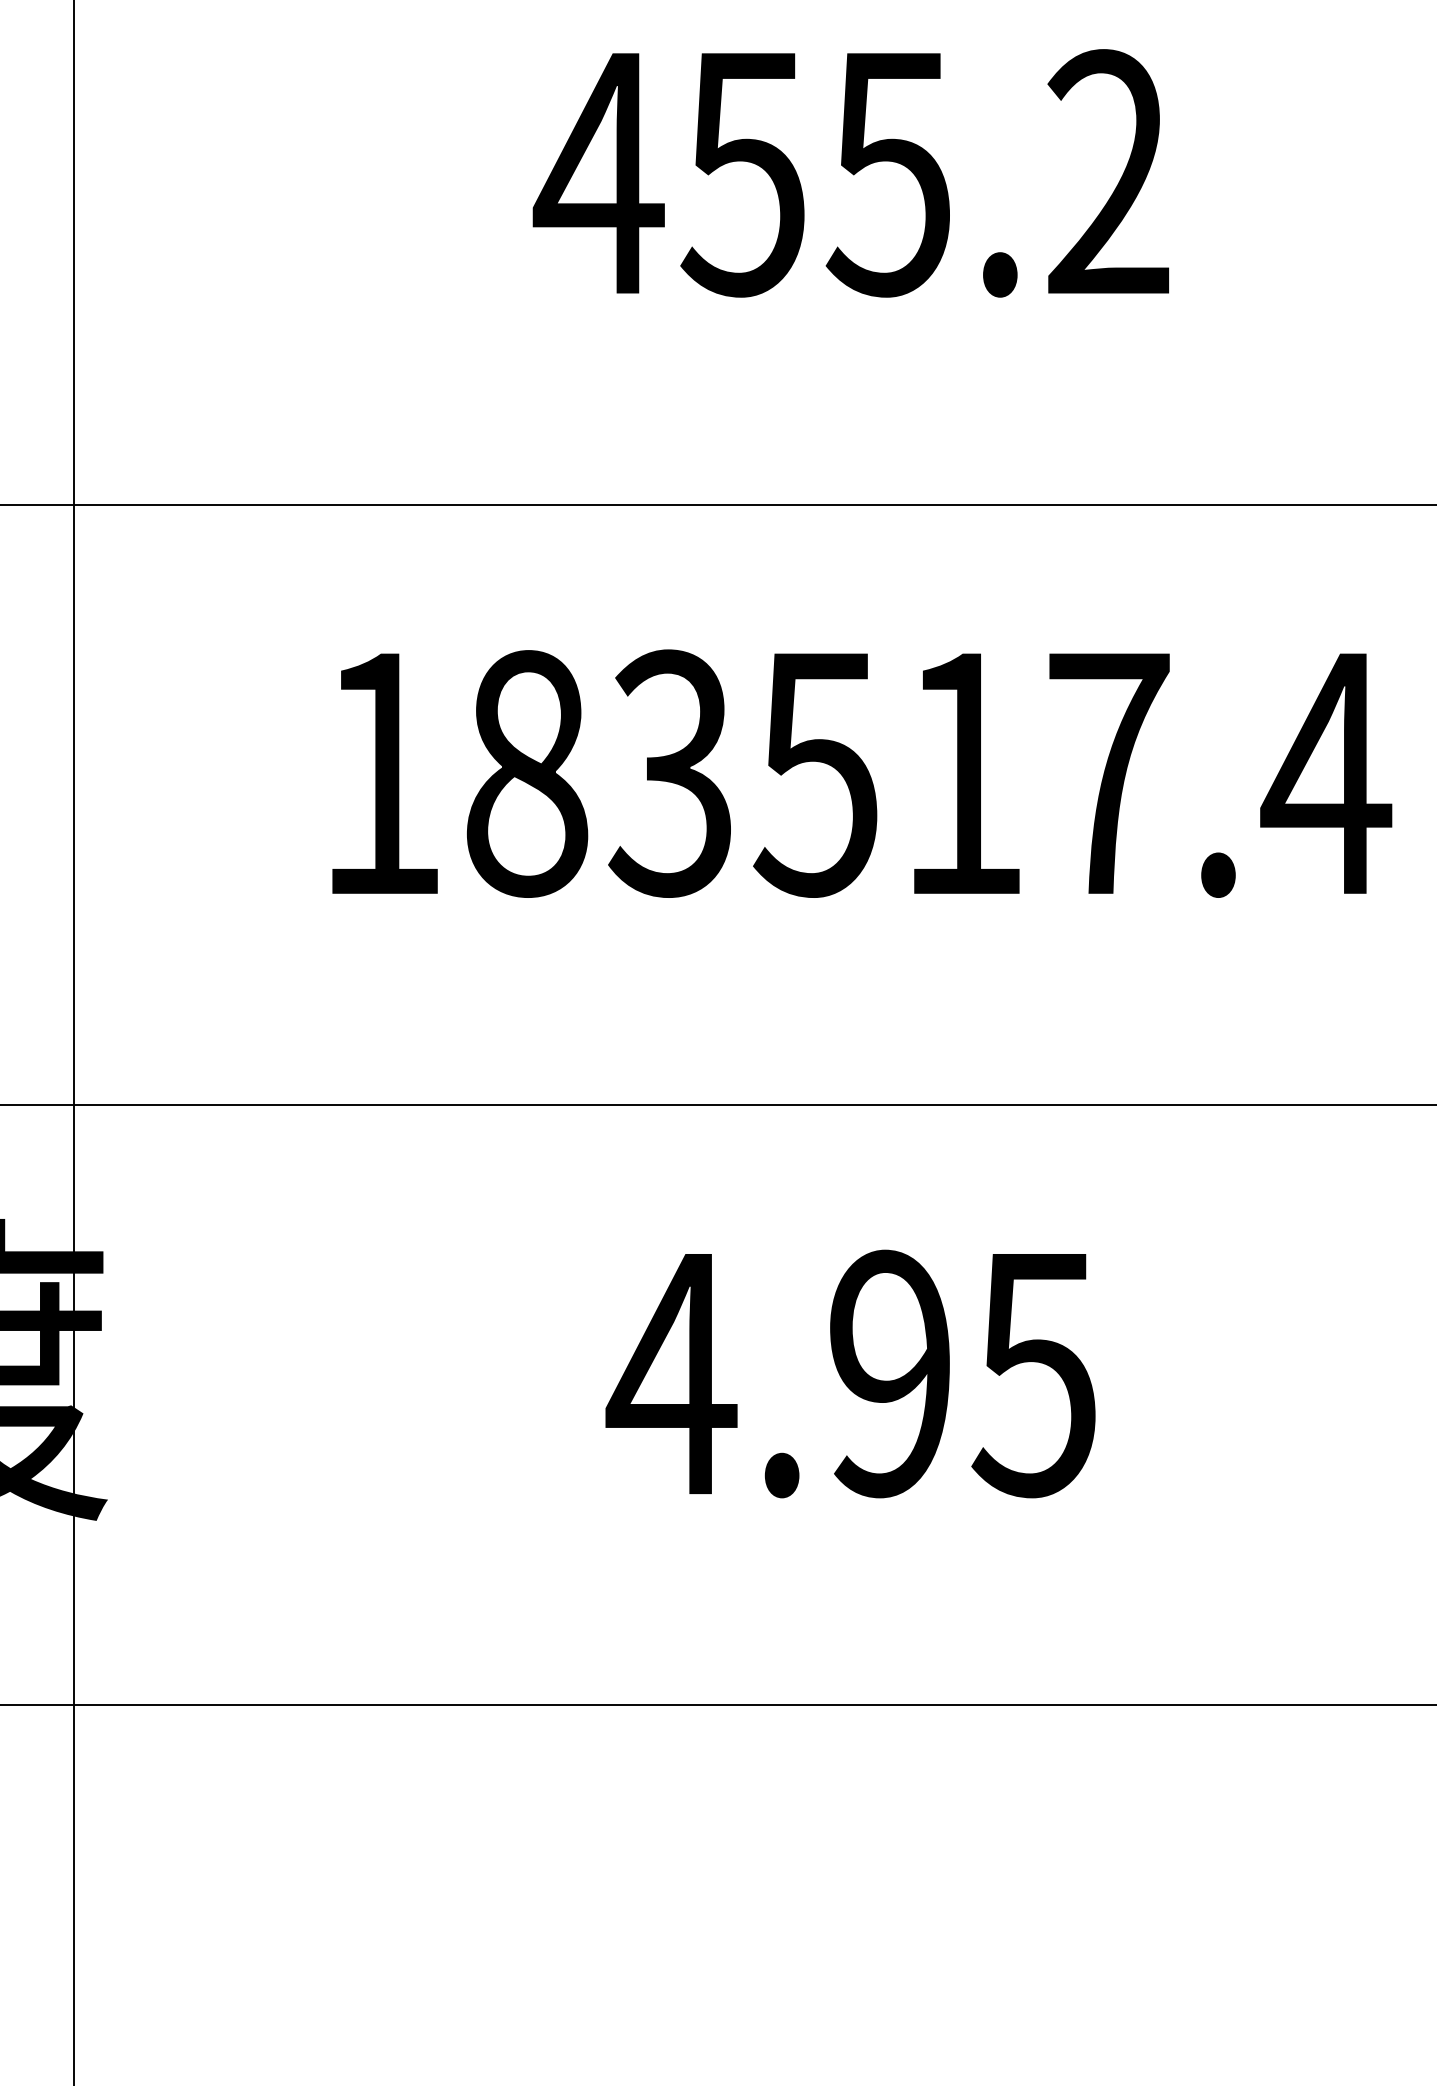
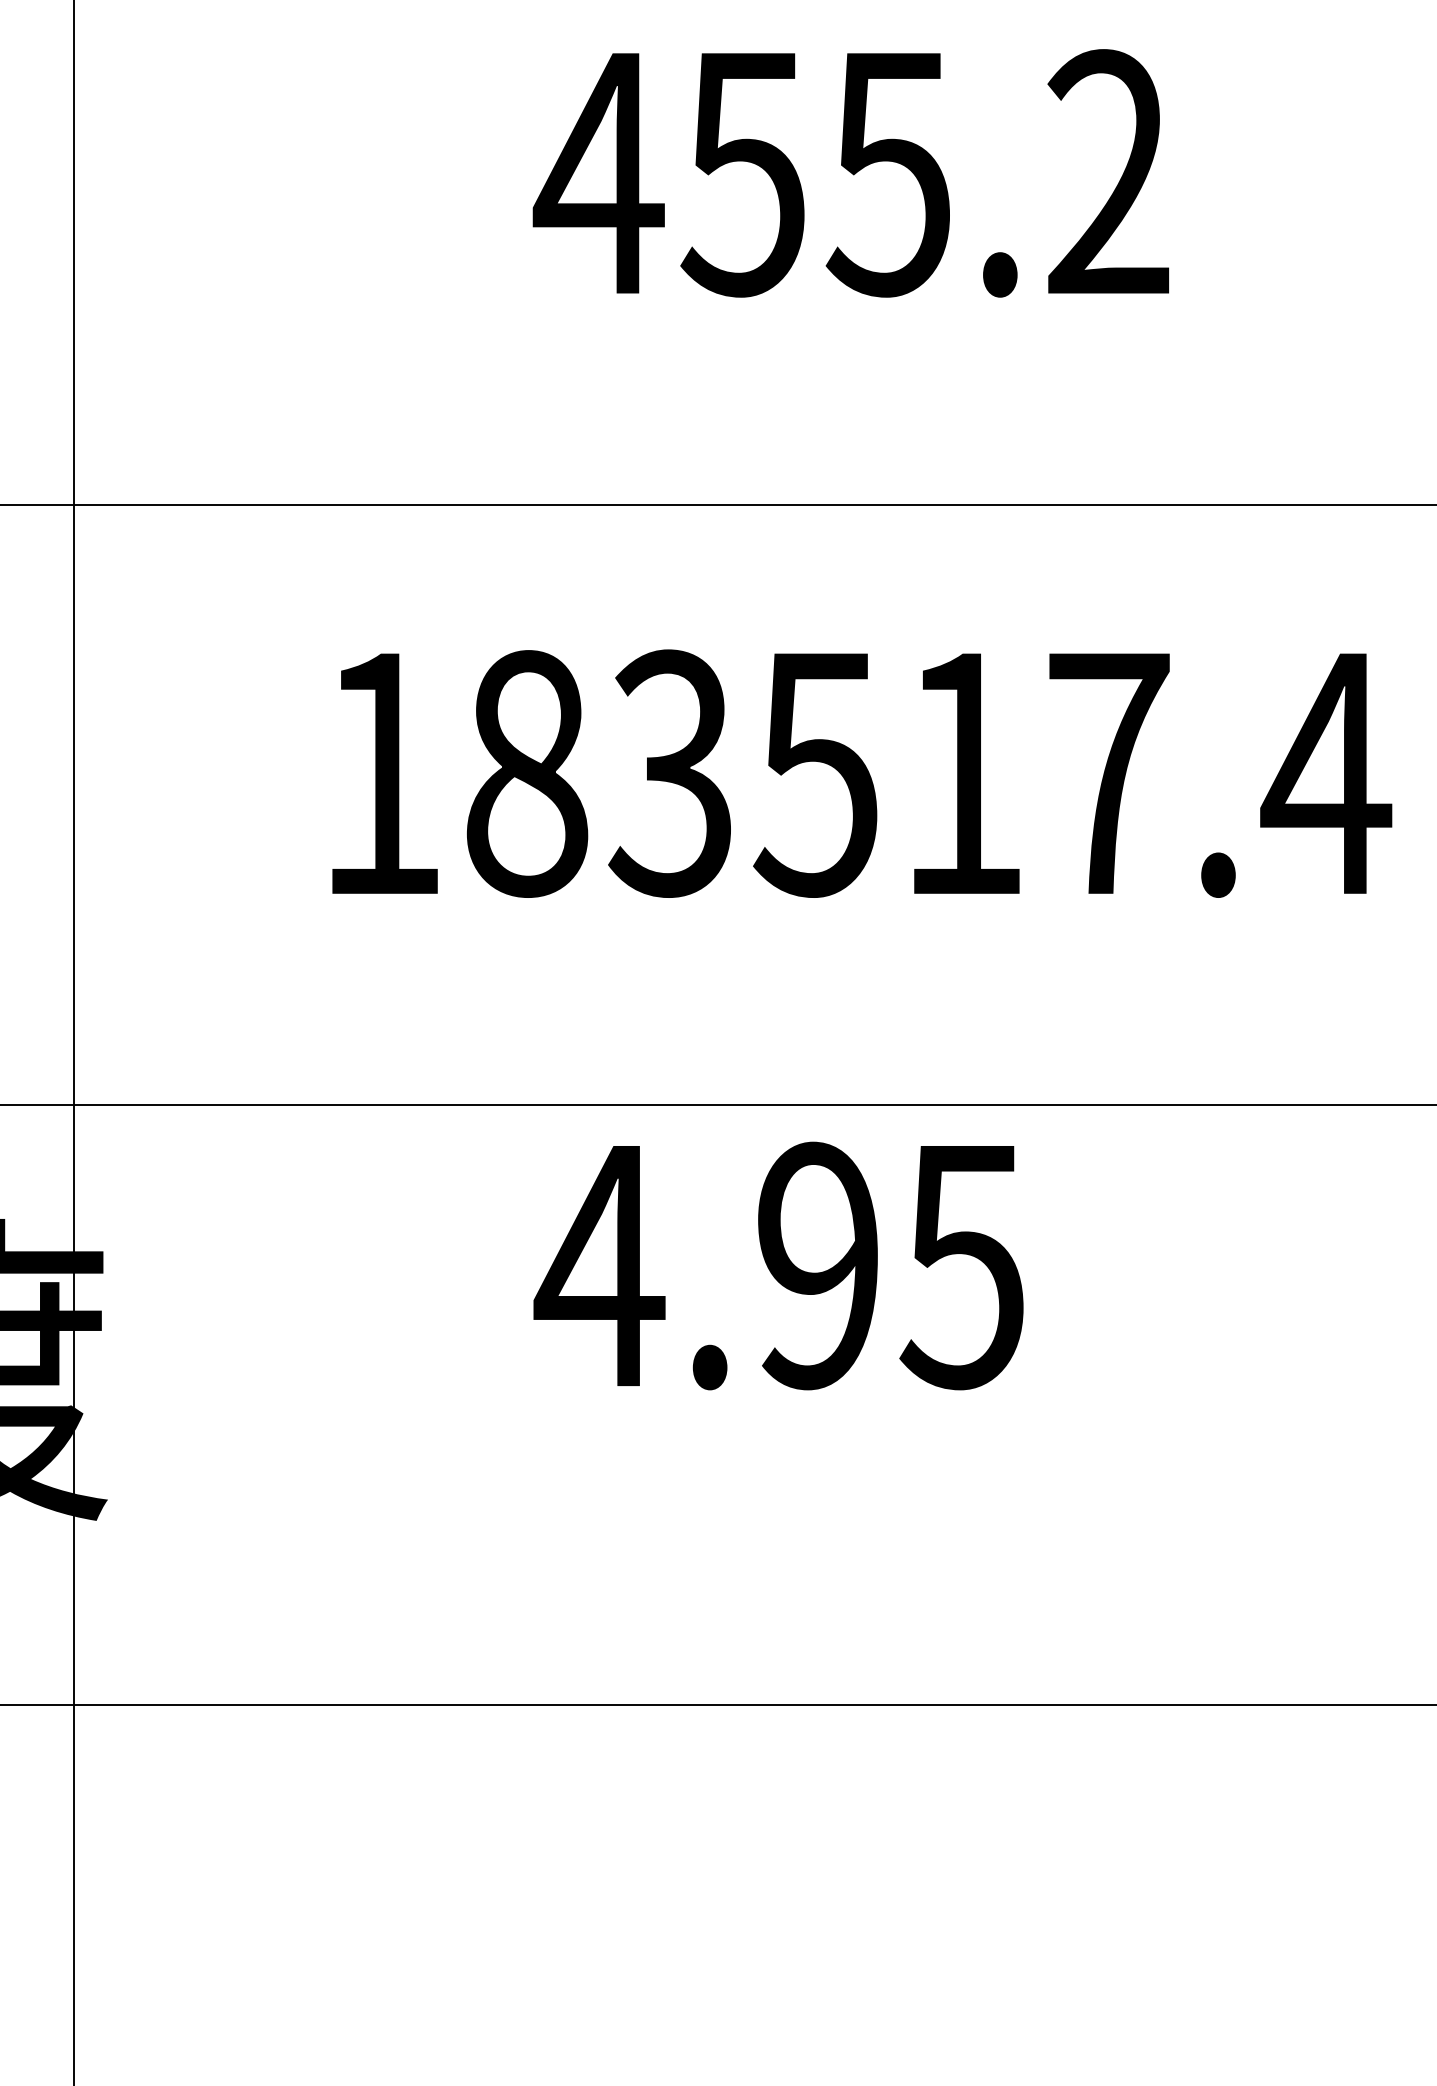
text at (850, 1373) position: (850, 1373) -> (778, 1265)
